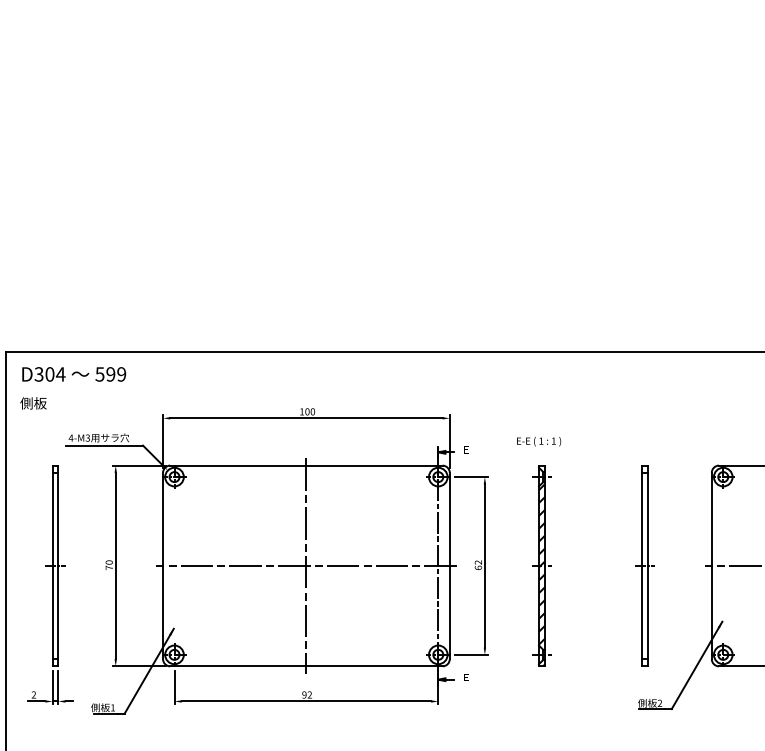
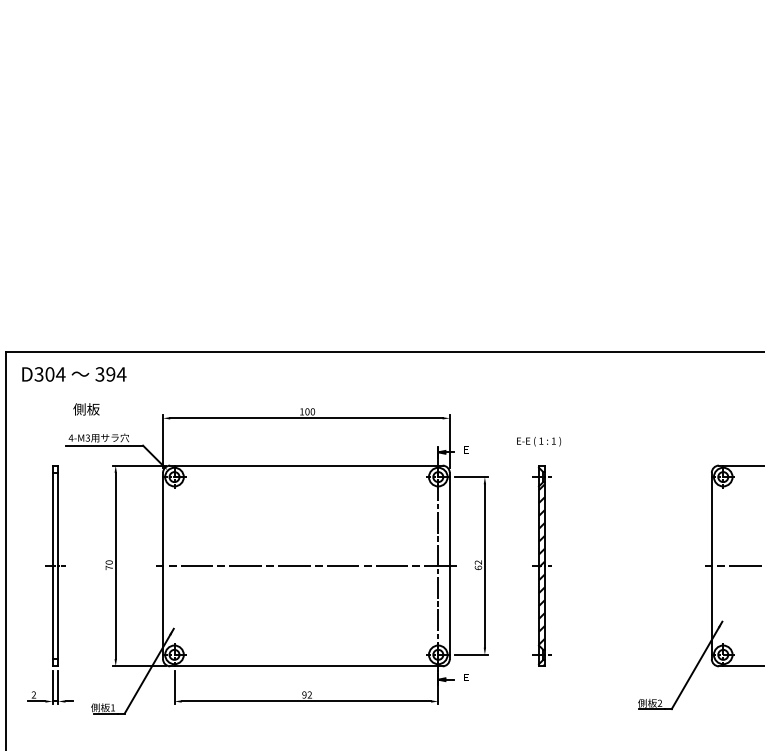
text at (111, 374): 599 -> 394
text at (33, 403) position: (33, 403) -> (86, 409)
line at (306, 565): present -> none
part at (644, 565): present -> none
